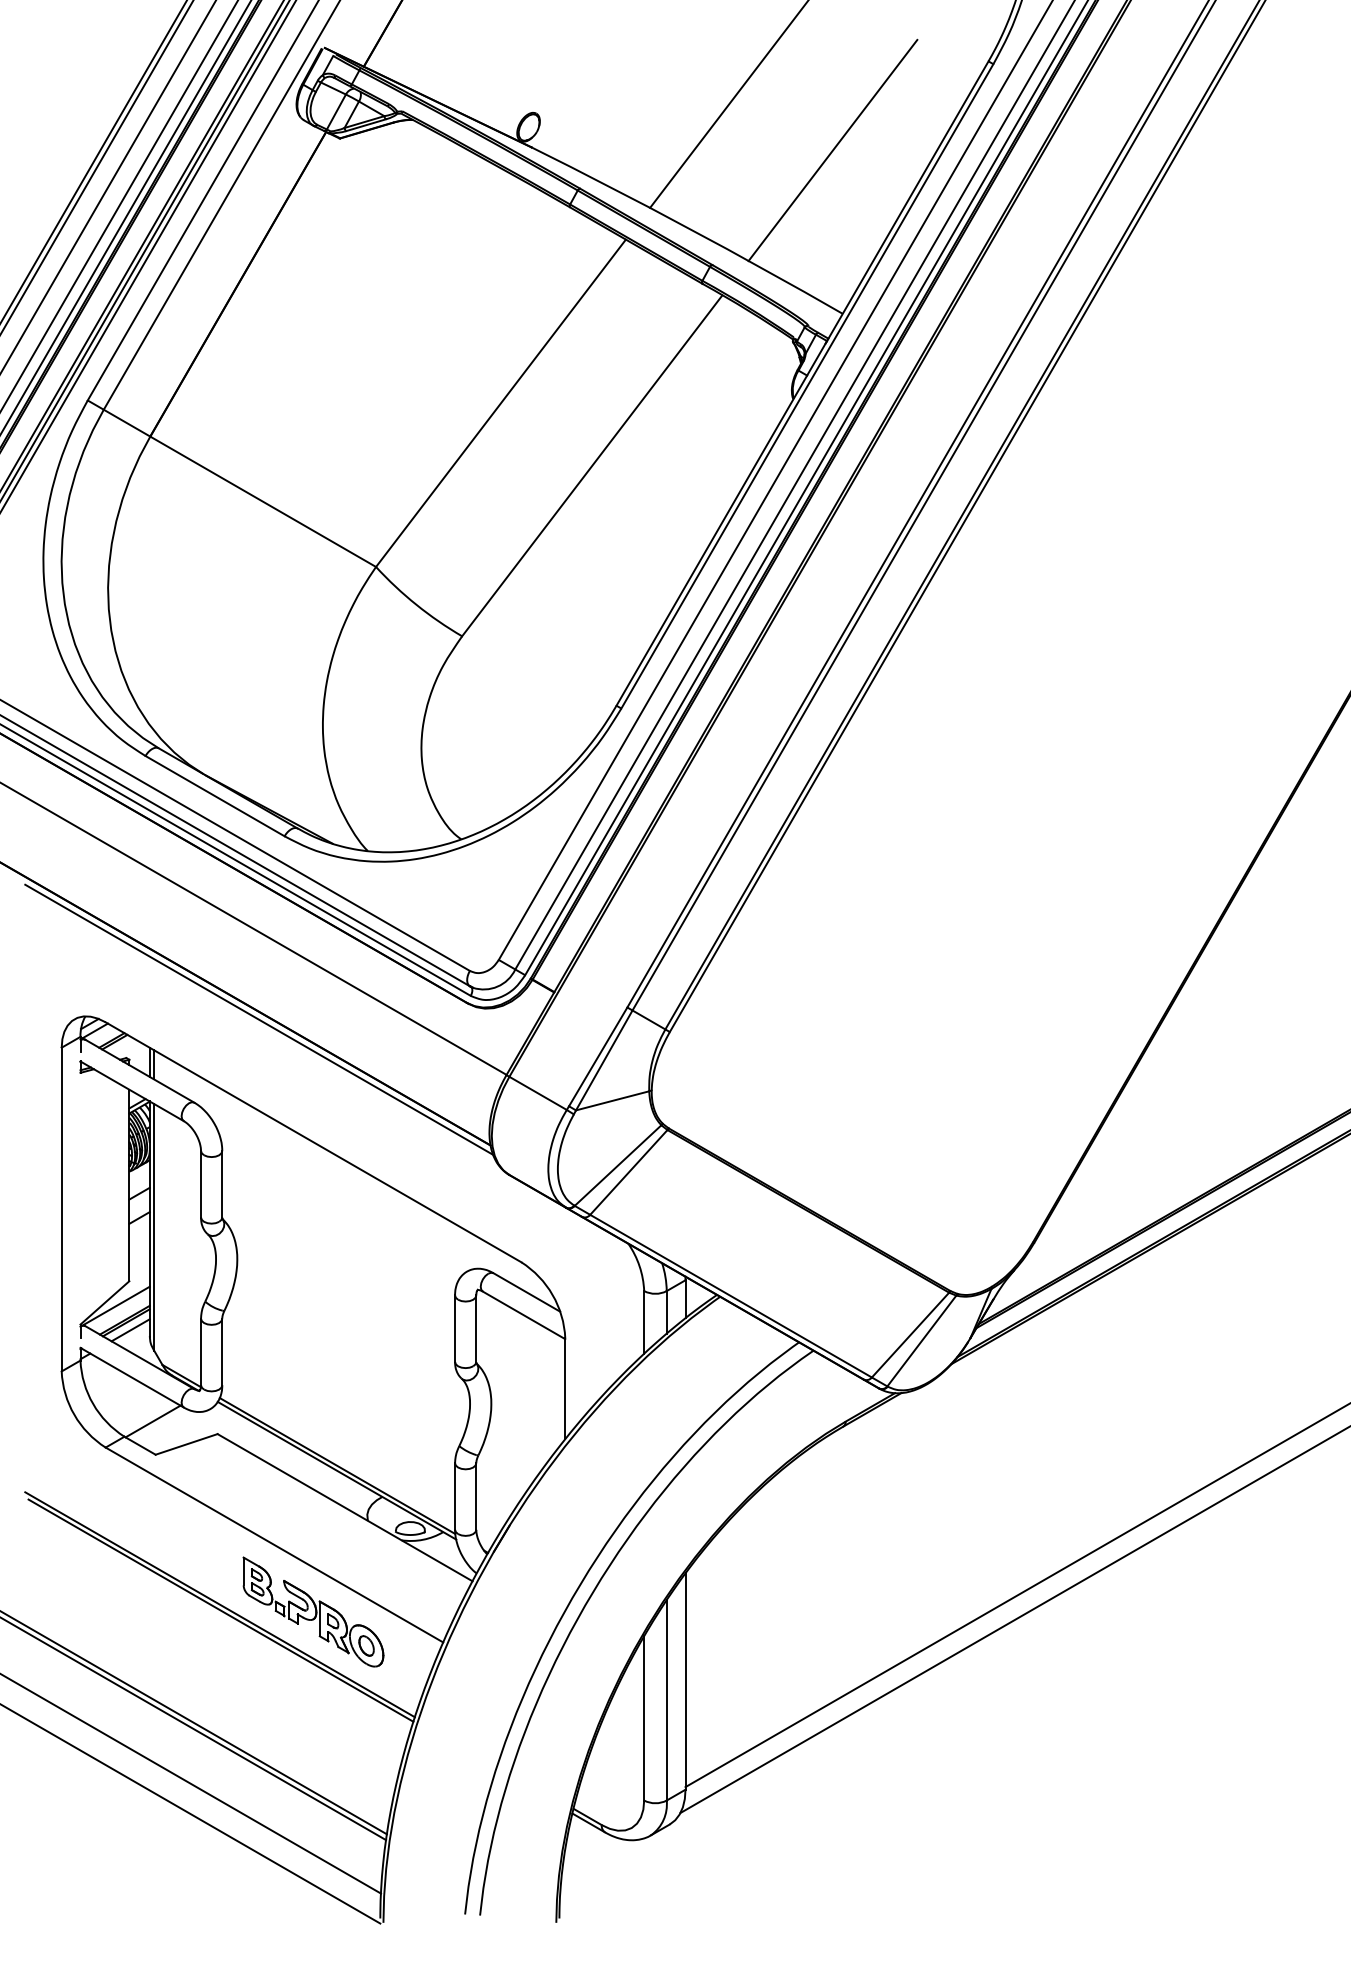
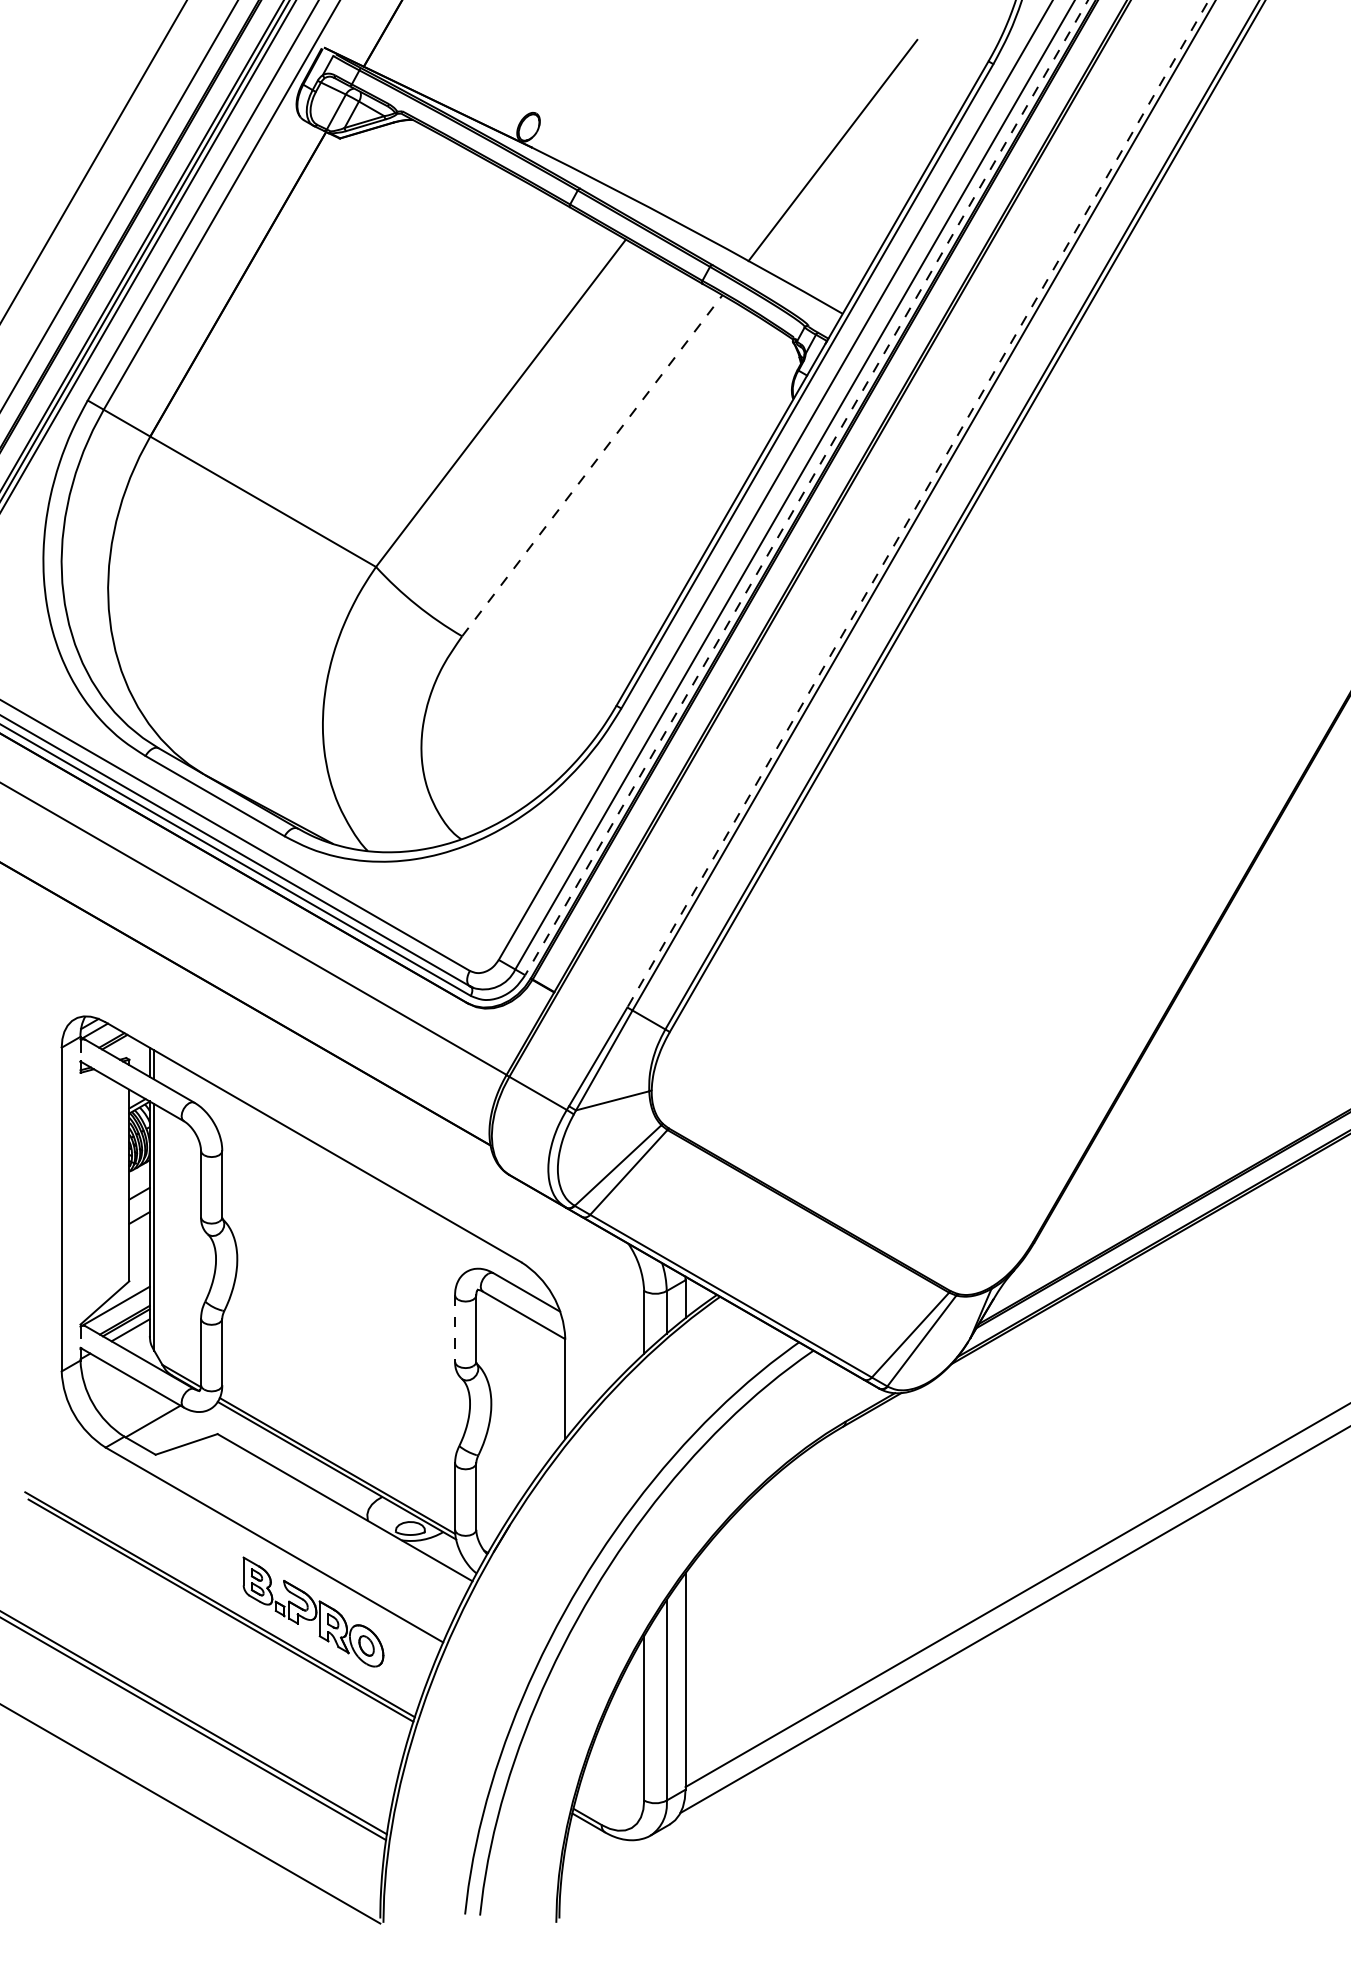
line at (728, 104): present -> none
line at (97, 166): present -> none
line at (108, 186): present -> none
line at (126, 216): present -> none
line at (592, 465): solid -> dashed
line at (806, 487): solid -> dashed
line at (917, 504): solid -> dashed
line at (259, 1019): present -> none
line at (455, 1329): solid -> dashed
line at (191, 1783): present -> none
